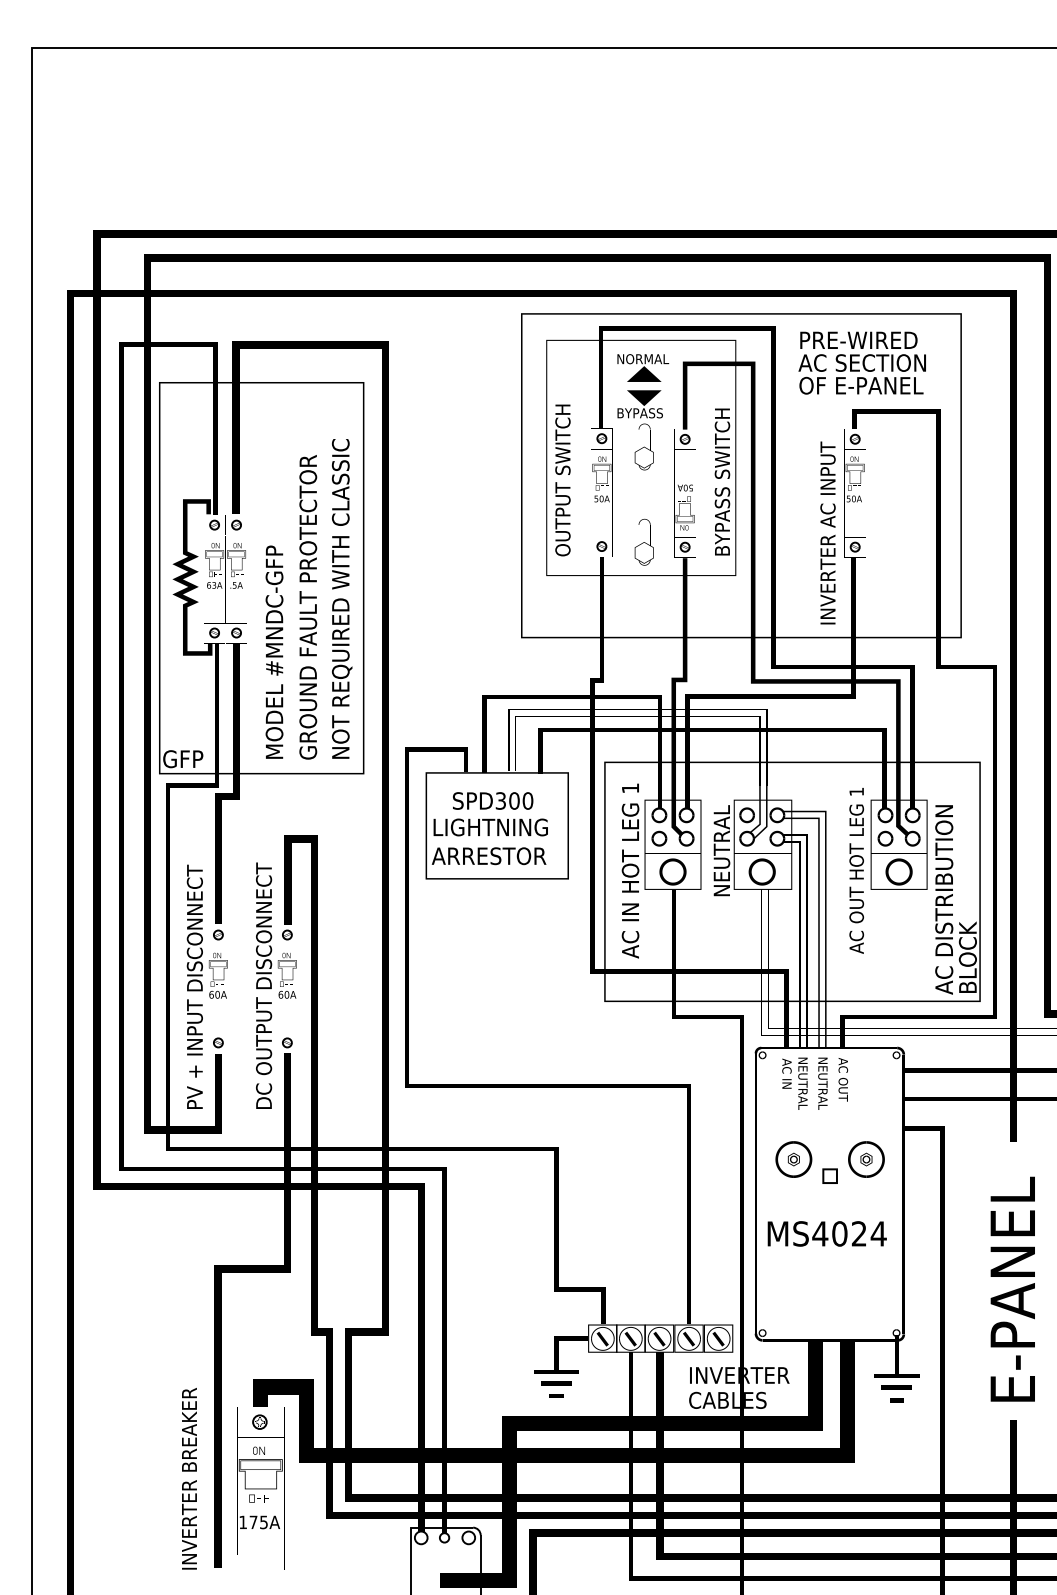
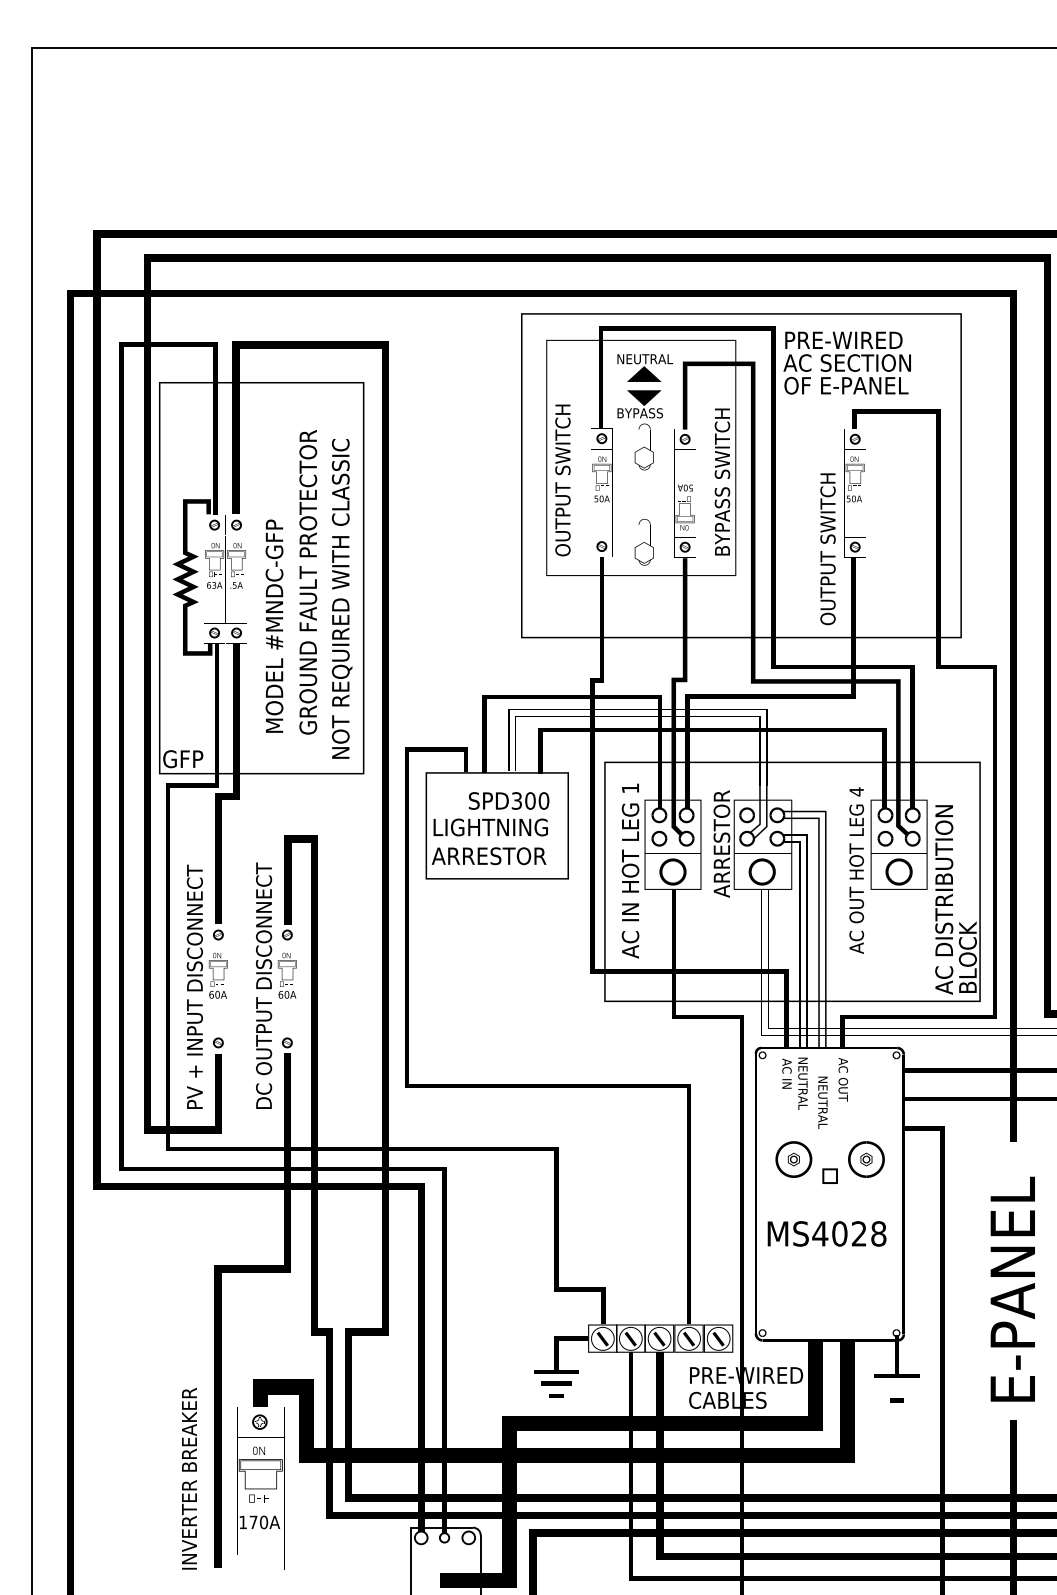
text at (649, 359): NORMAL -> NEUTRAL
text at (861, 362) position: (861, 362) -> (846, 362)
text at (827, 533): INVERTER AC INPUT -> OUTPUT SWITCH
text at (308, 607) position: (308, 607) -> (308, 582)
text at (274, 651) position: (274, 651) -> (274, 625)
text at (856, 791): 1 -> 4
text at (493, 800) position: (493, 800) -> (509, 800)
text at (721, 843): NEUTRAL -> ARRESTOR
text at (822, 1083) position: (822, 1083) -> (822, 1102)
text at (878, 1233): MS4024 -> MS4028
text at (747, 1375): INVERTER -> PRE-WIRED
line at (896, 1387): present -> none
text at (264, 1522): 175A -> 170A
